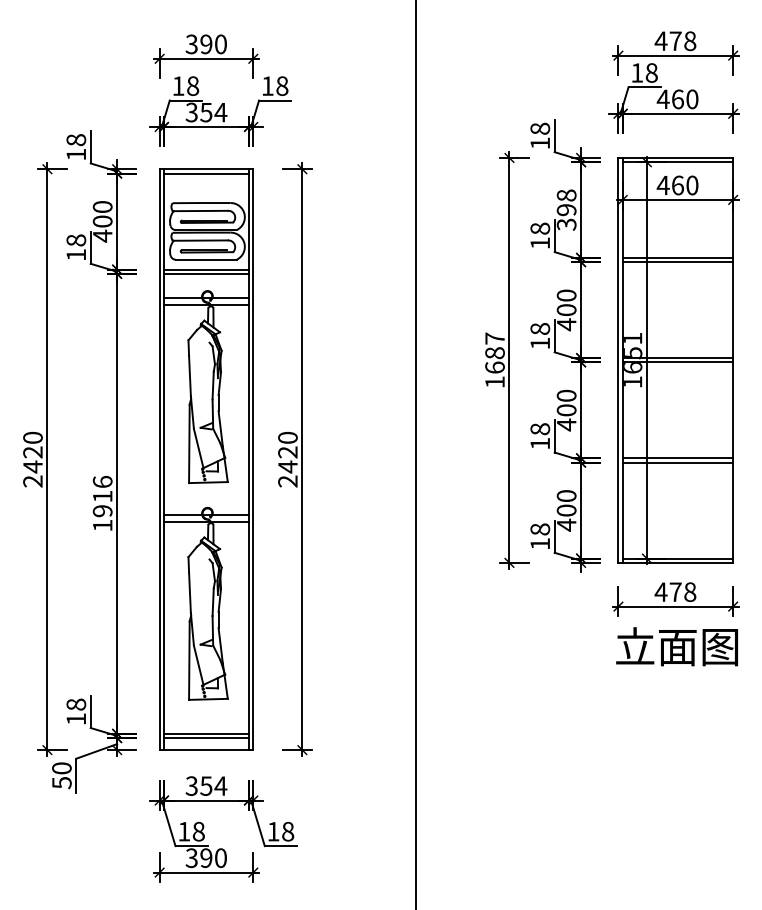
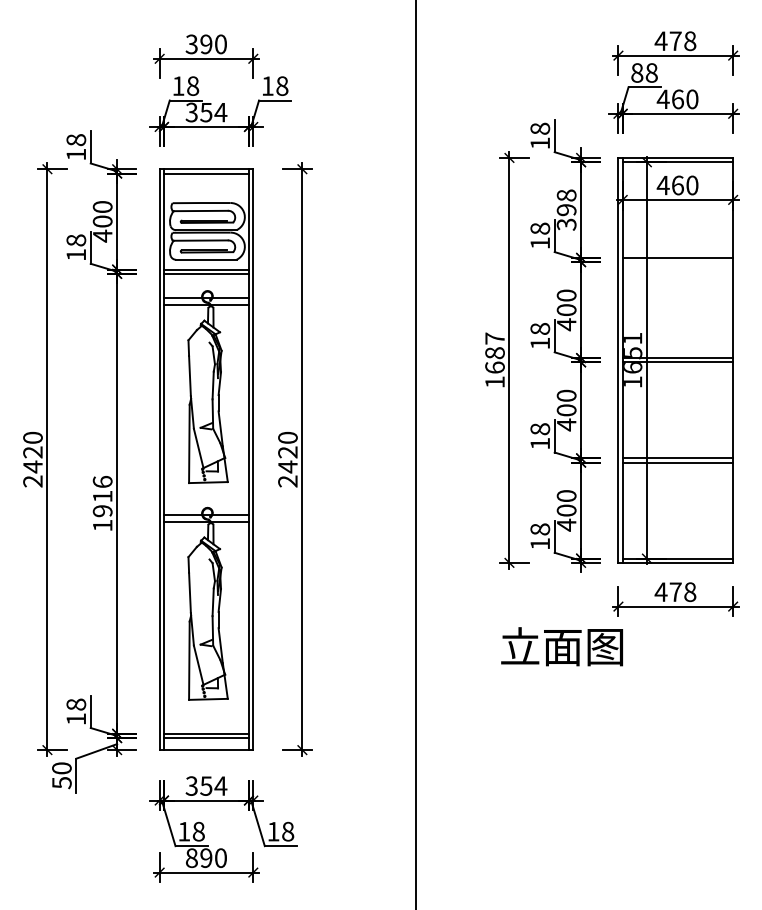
text at (637, 72): 18 -> 88
line at (677, 262): present -> none
text at (676, 646) position: (676, 646) -> (561, 646)
text at (191, 857): 390 -> 890
